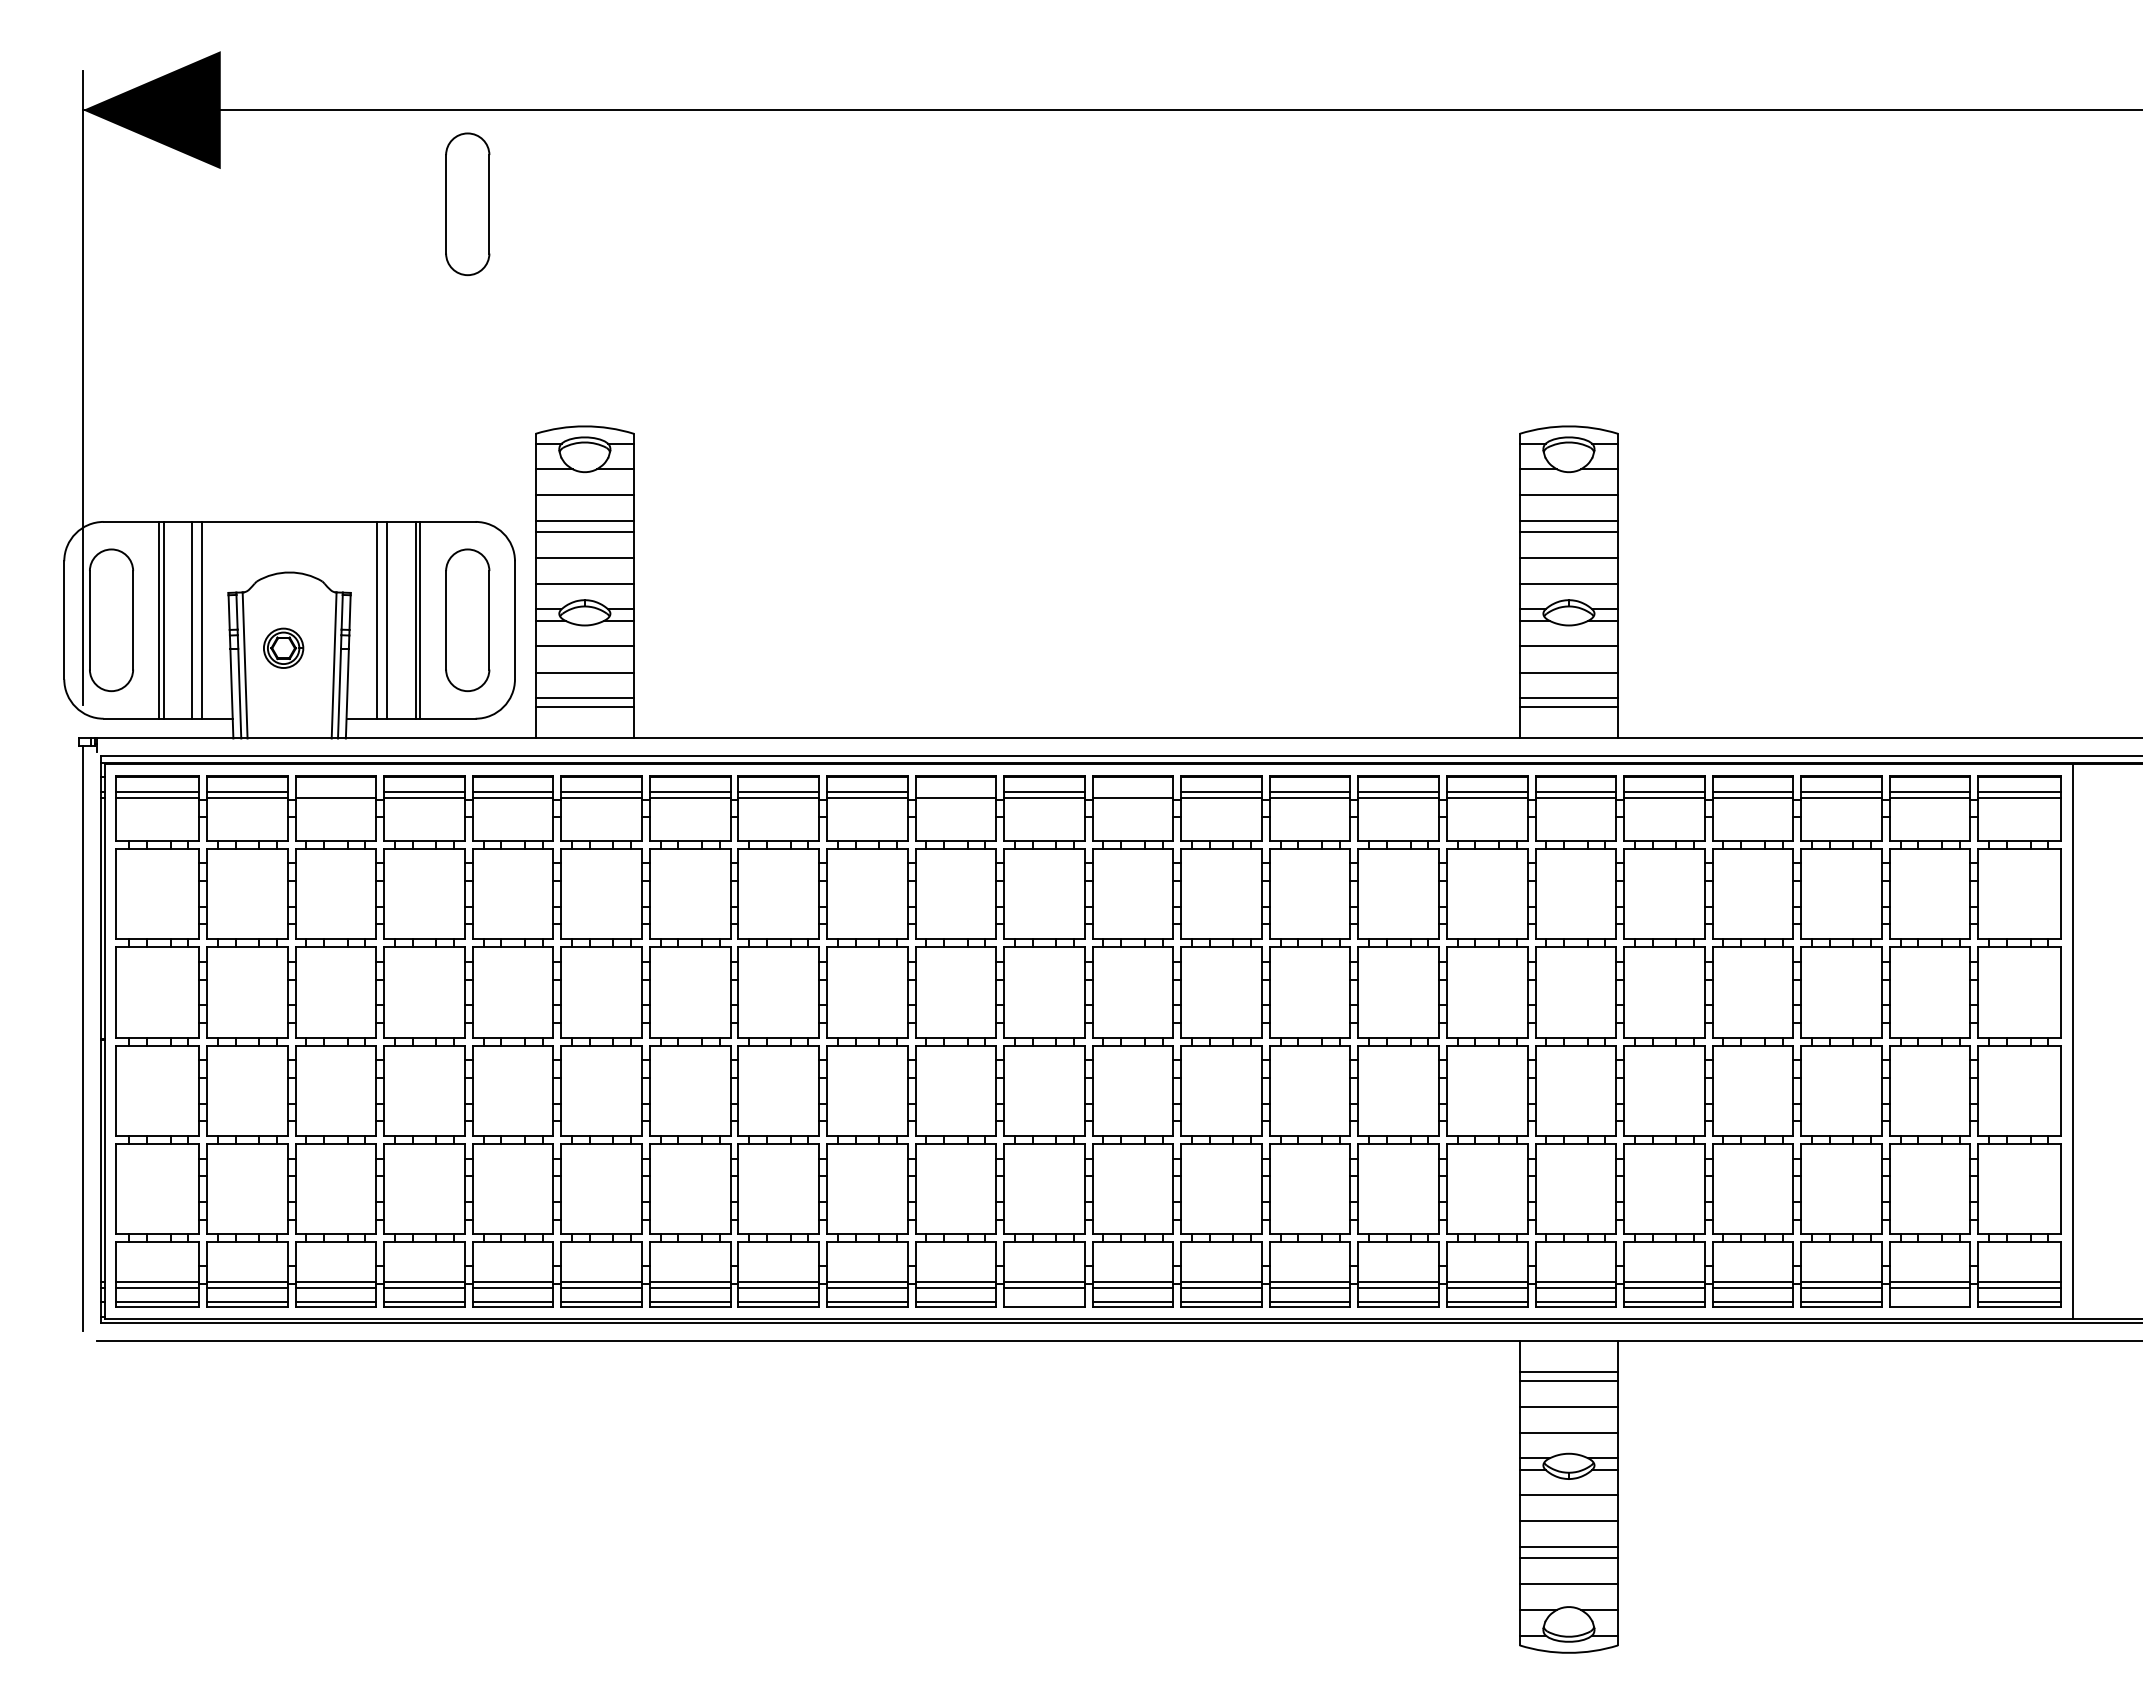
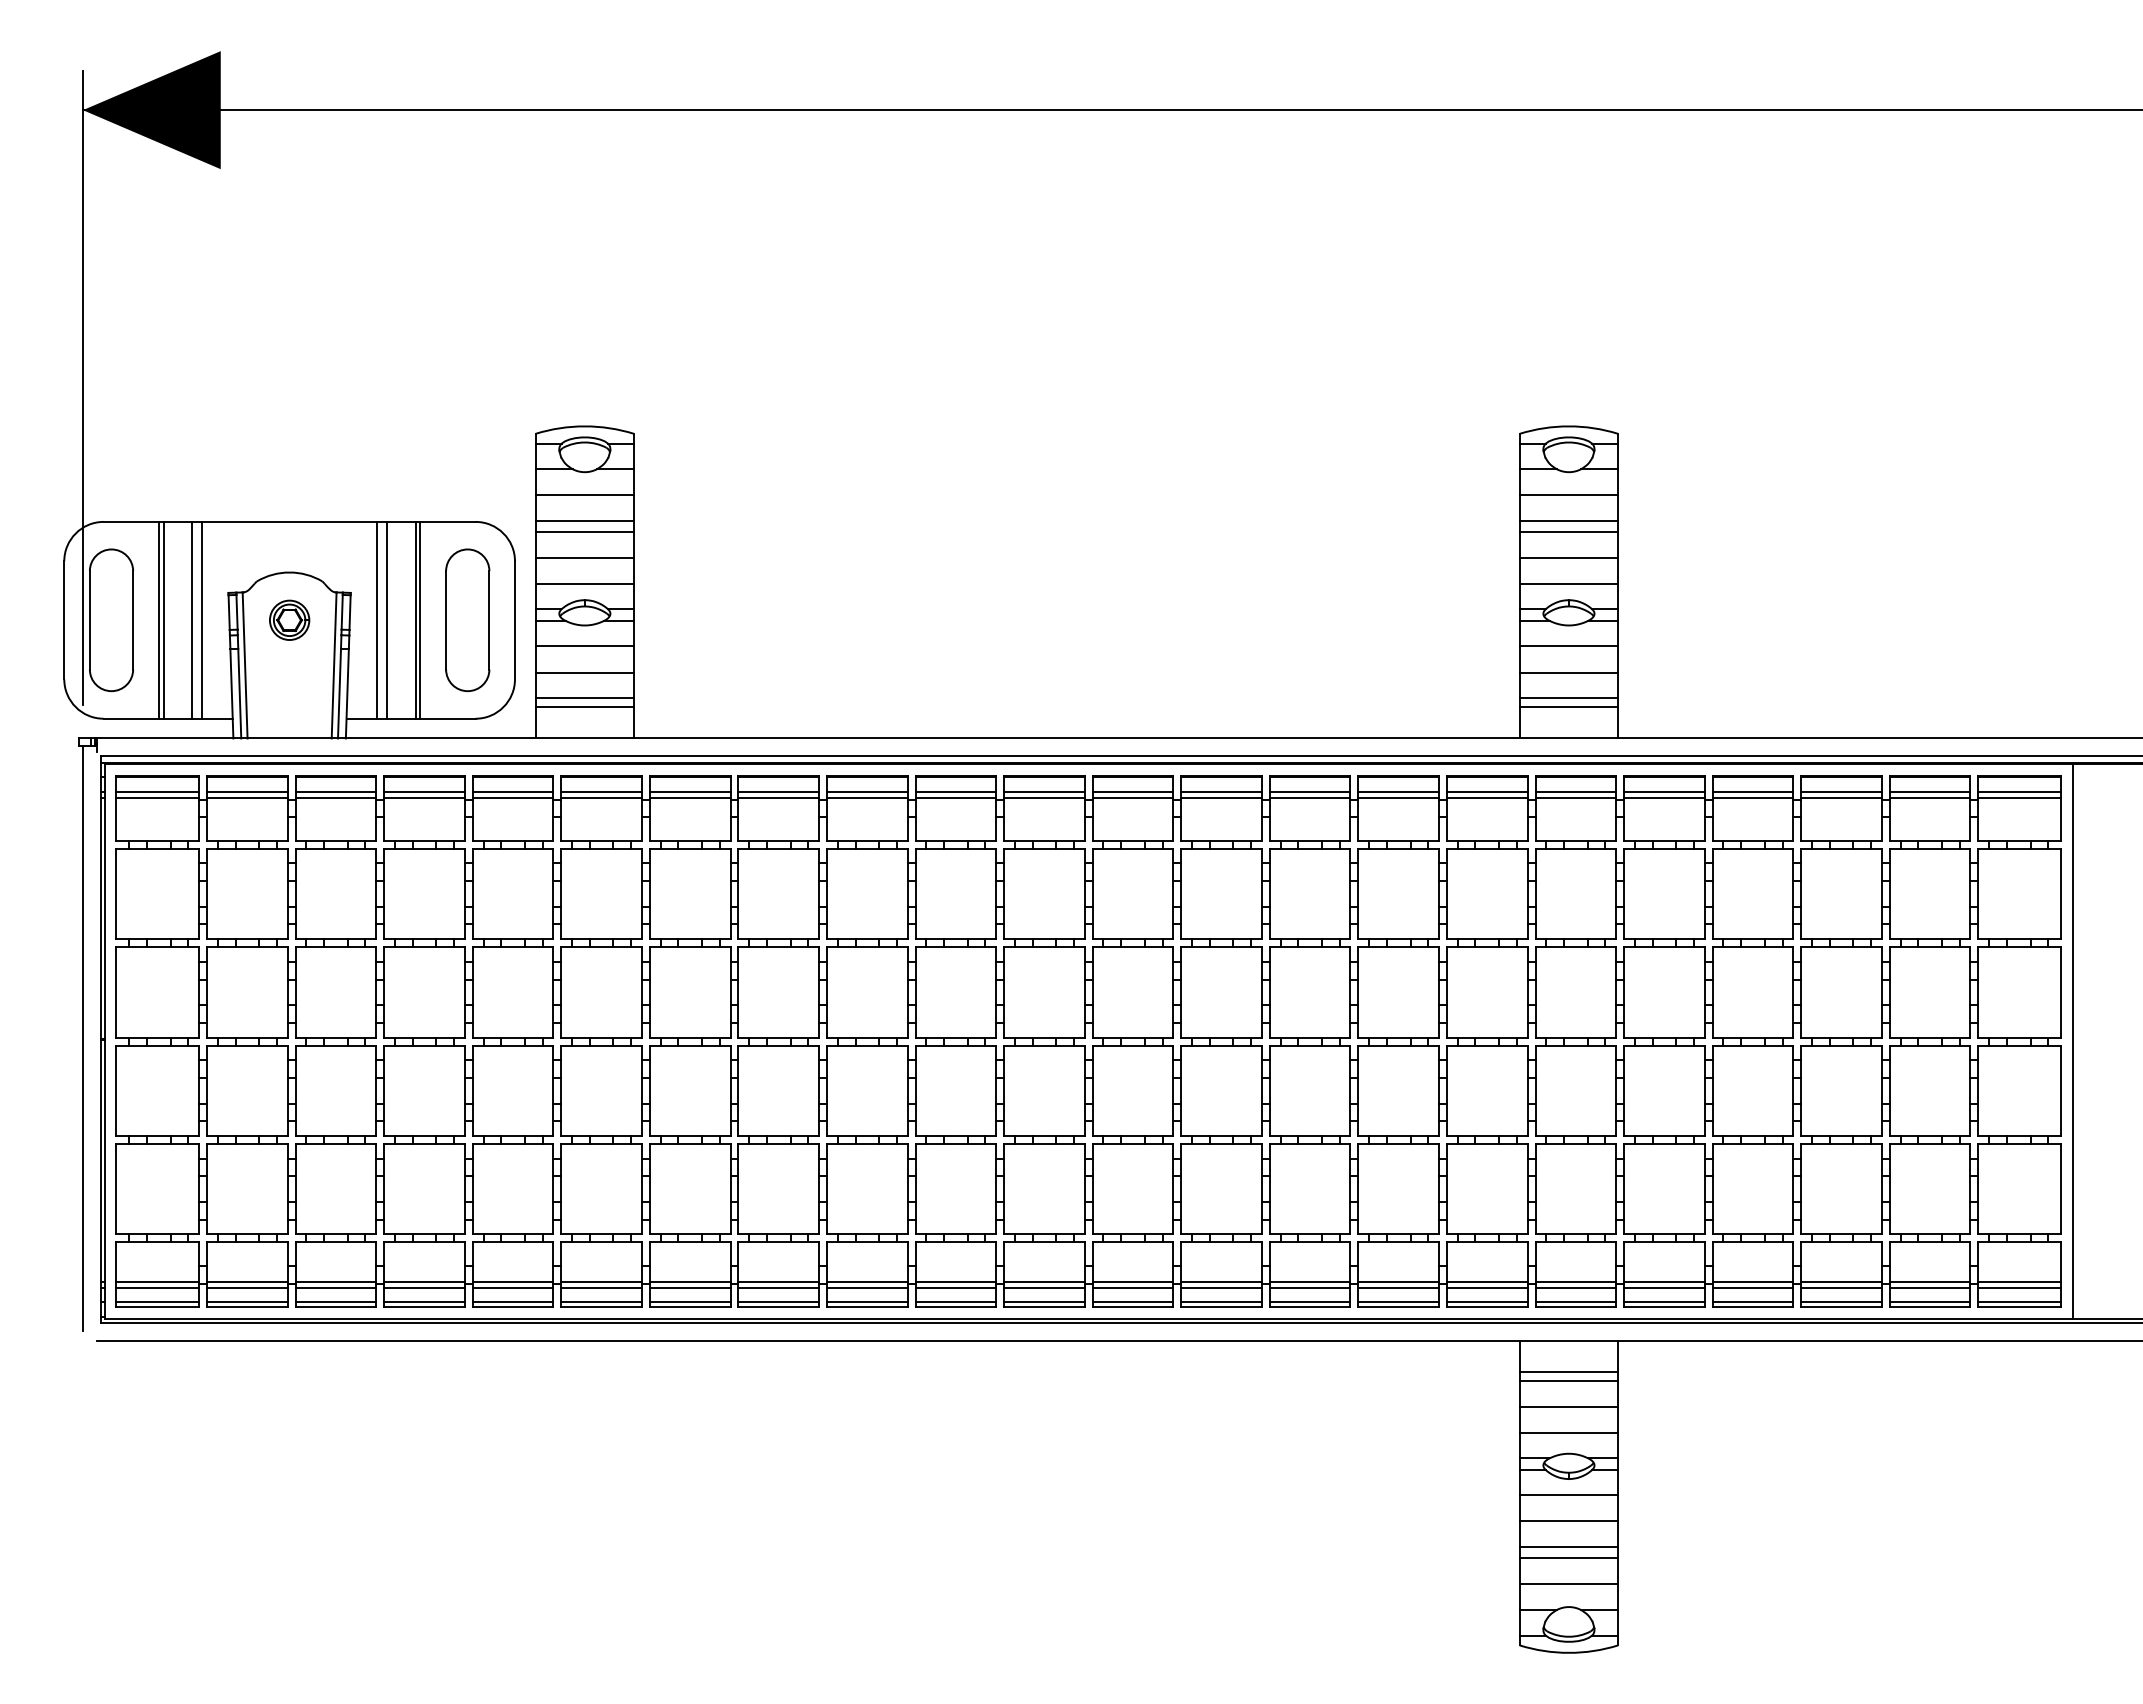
part at (467, 204): present -> none
part at (283, 647) position: (283, 647) -> (289, 619)
line at (335, 791): none -> present
line at (955, 791): none -> present
line at (1132, 791): none -> present
line at (1044, 1301): none -> present
line at (1929, 1301): none -> present
